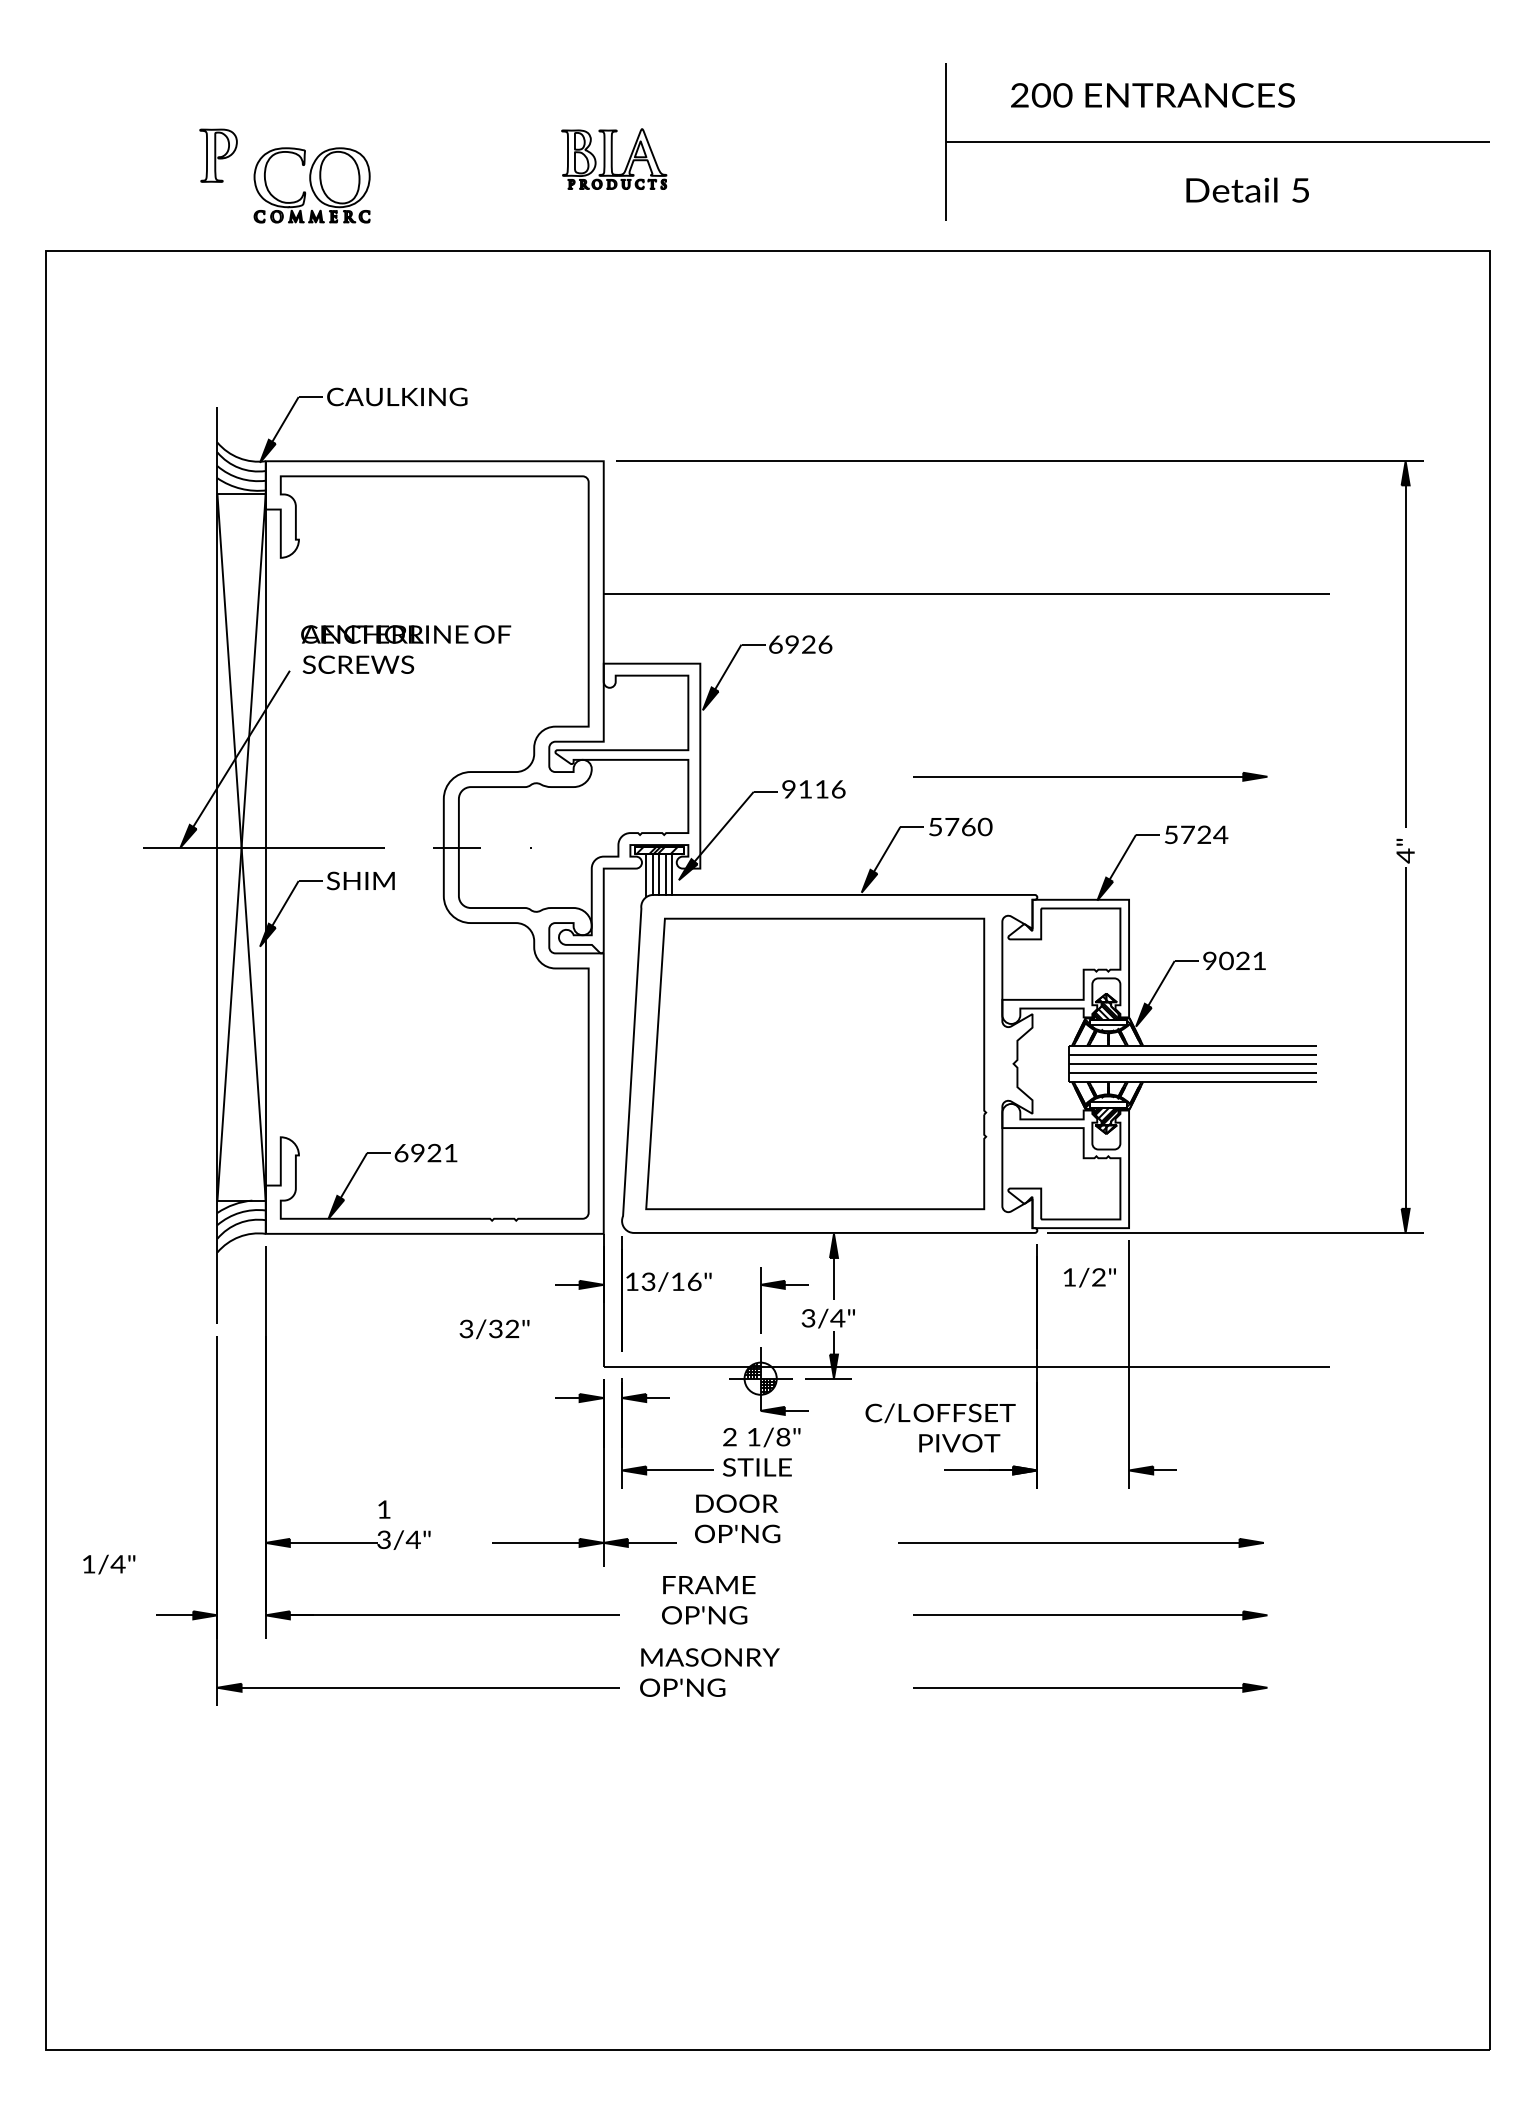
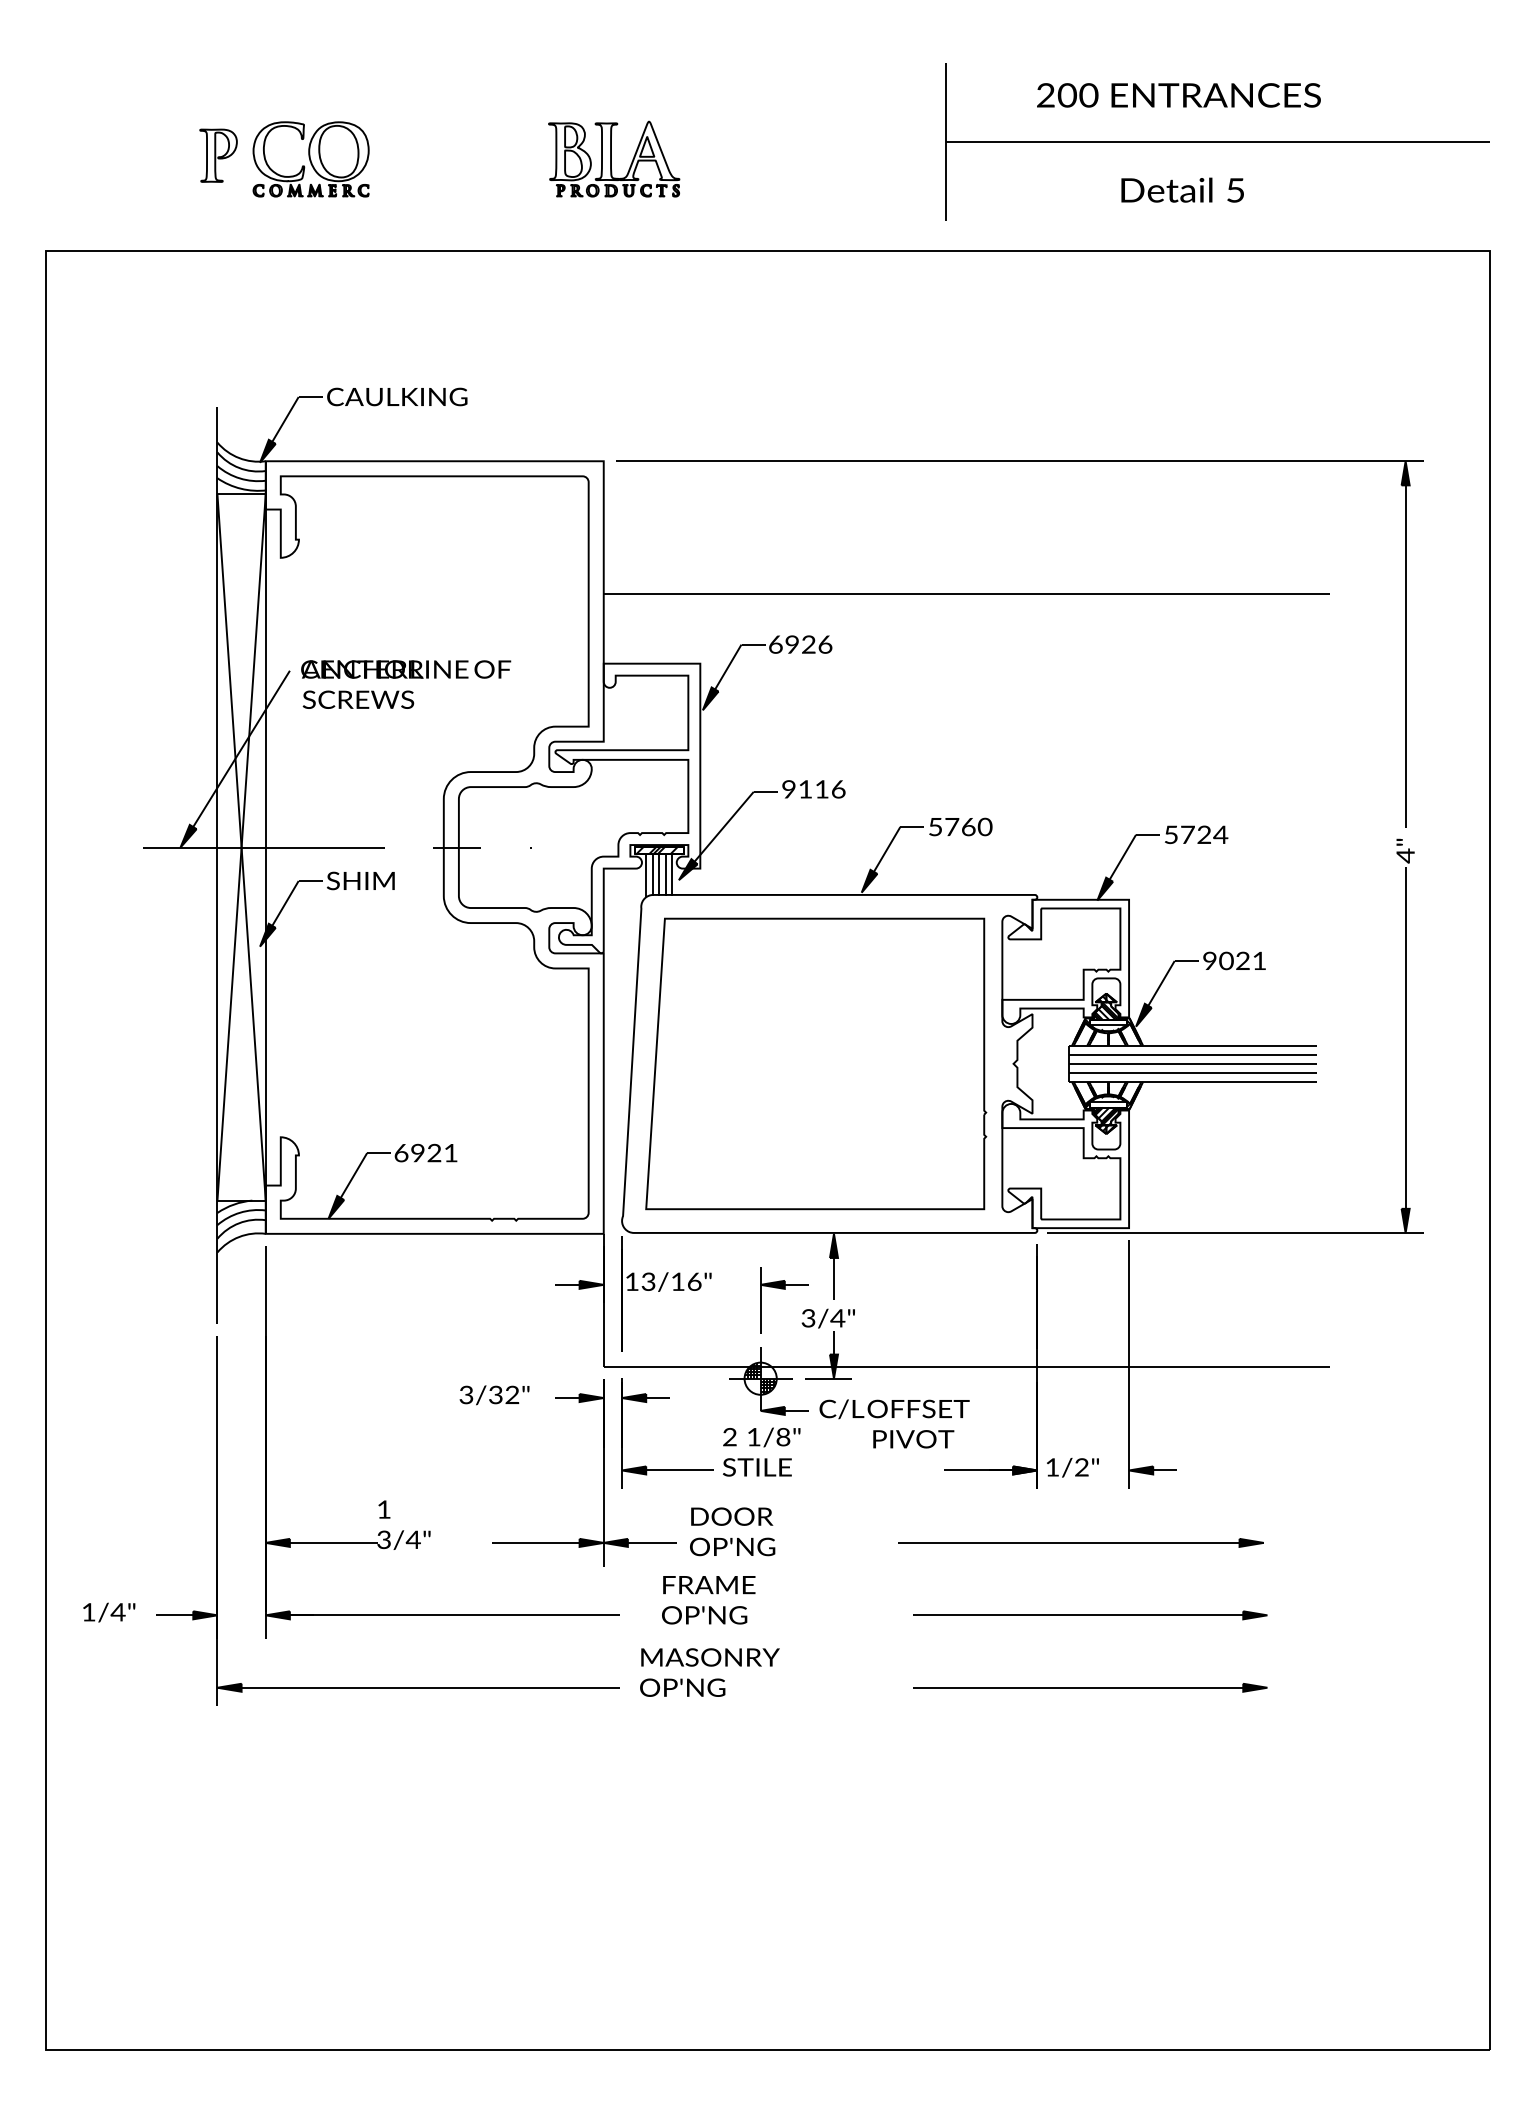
text at (1152, 95) position: (1152, 95) -> (1178, 95)
part at (614, 158) size: 107x62 px -> 133x78 px
part at (311, 185) position: (311, 185) -> (310, 159)
text at (1247, 189) position: (1247, 189) -> (1182, 189)
text at (406, 649) position: (406, 649) -> (406, 684)
part at (1090, 776): present -> none
text at (1089, 1277) position: (1089, 1277) -> (1072, 1467)
text at (494, 1329) position: (494, 1329) -> (494, 1395)
text at (940, 1427) position: (940, 1427) -> (894, 1423)
text at (737, 1518) position: (737, 1518) -> (732, 1531)
text at (109, 1564) position: (109, 1564) -> (109, 1612)
